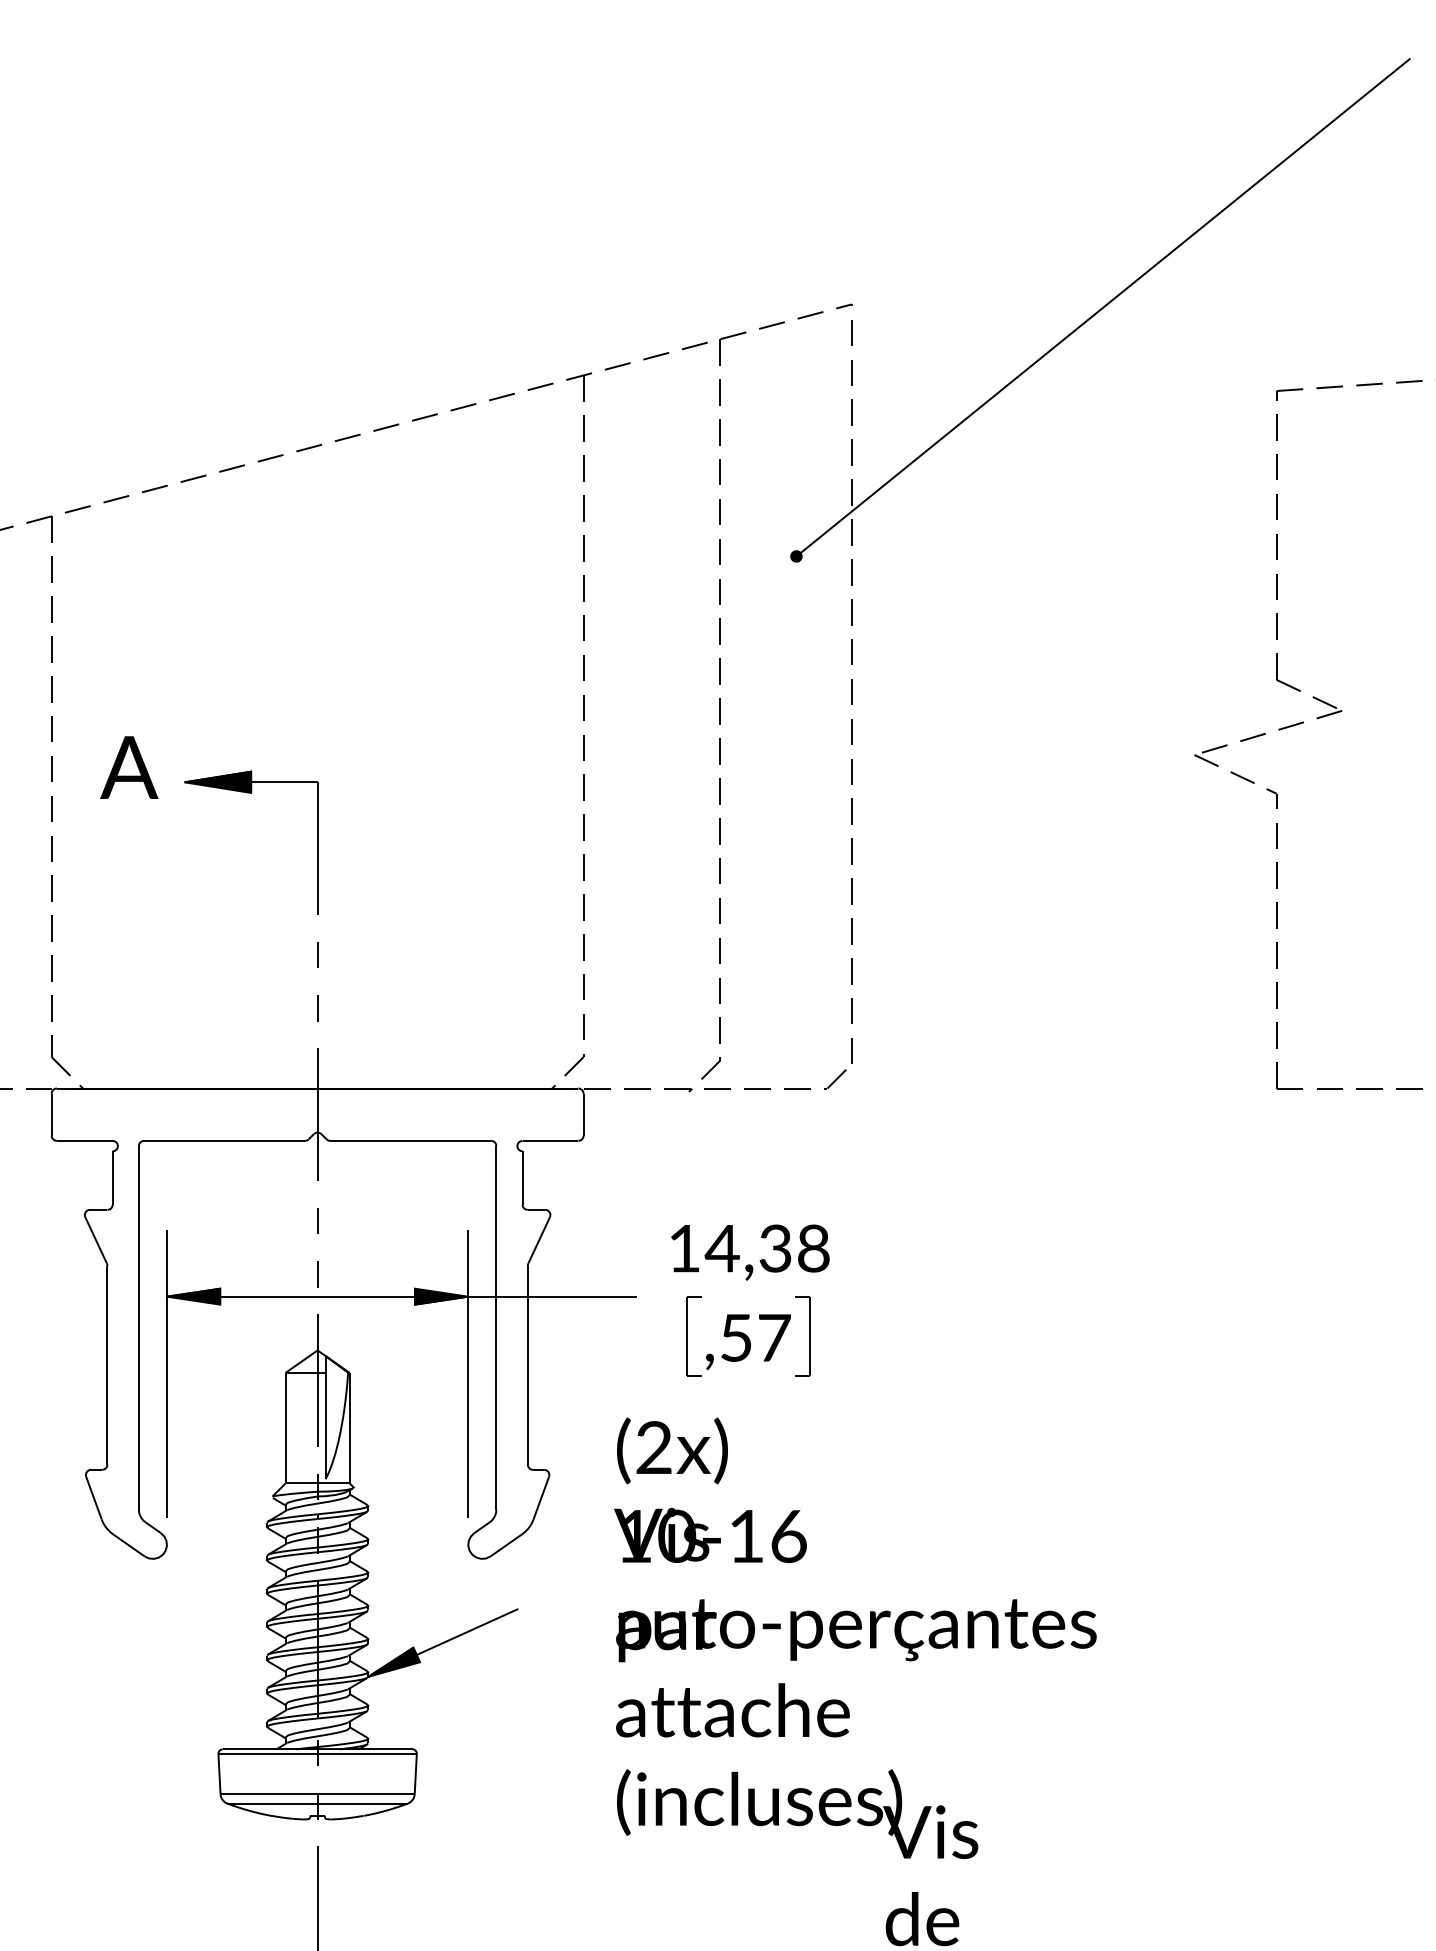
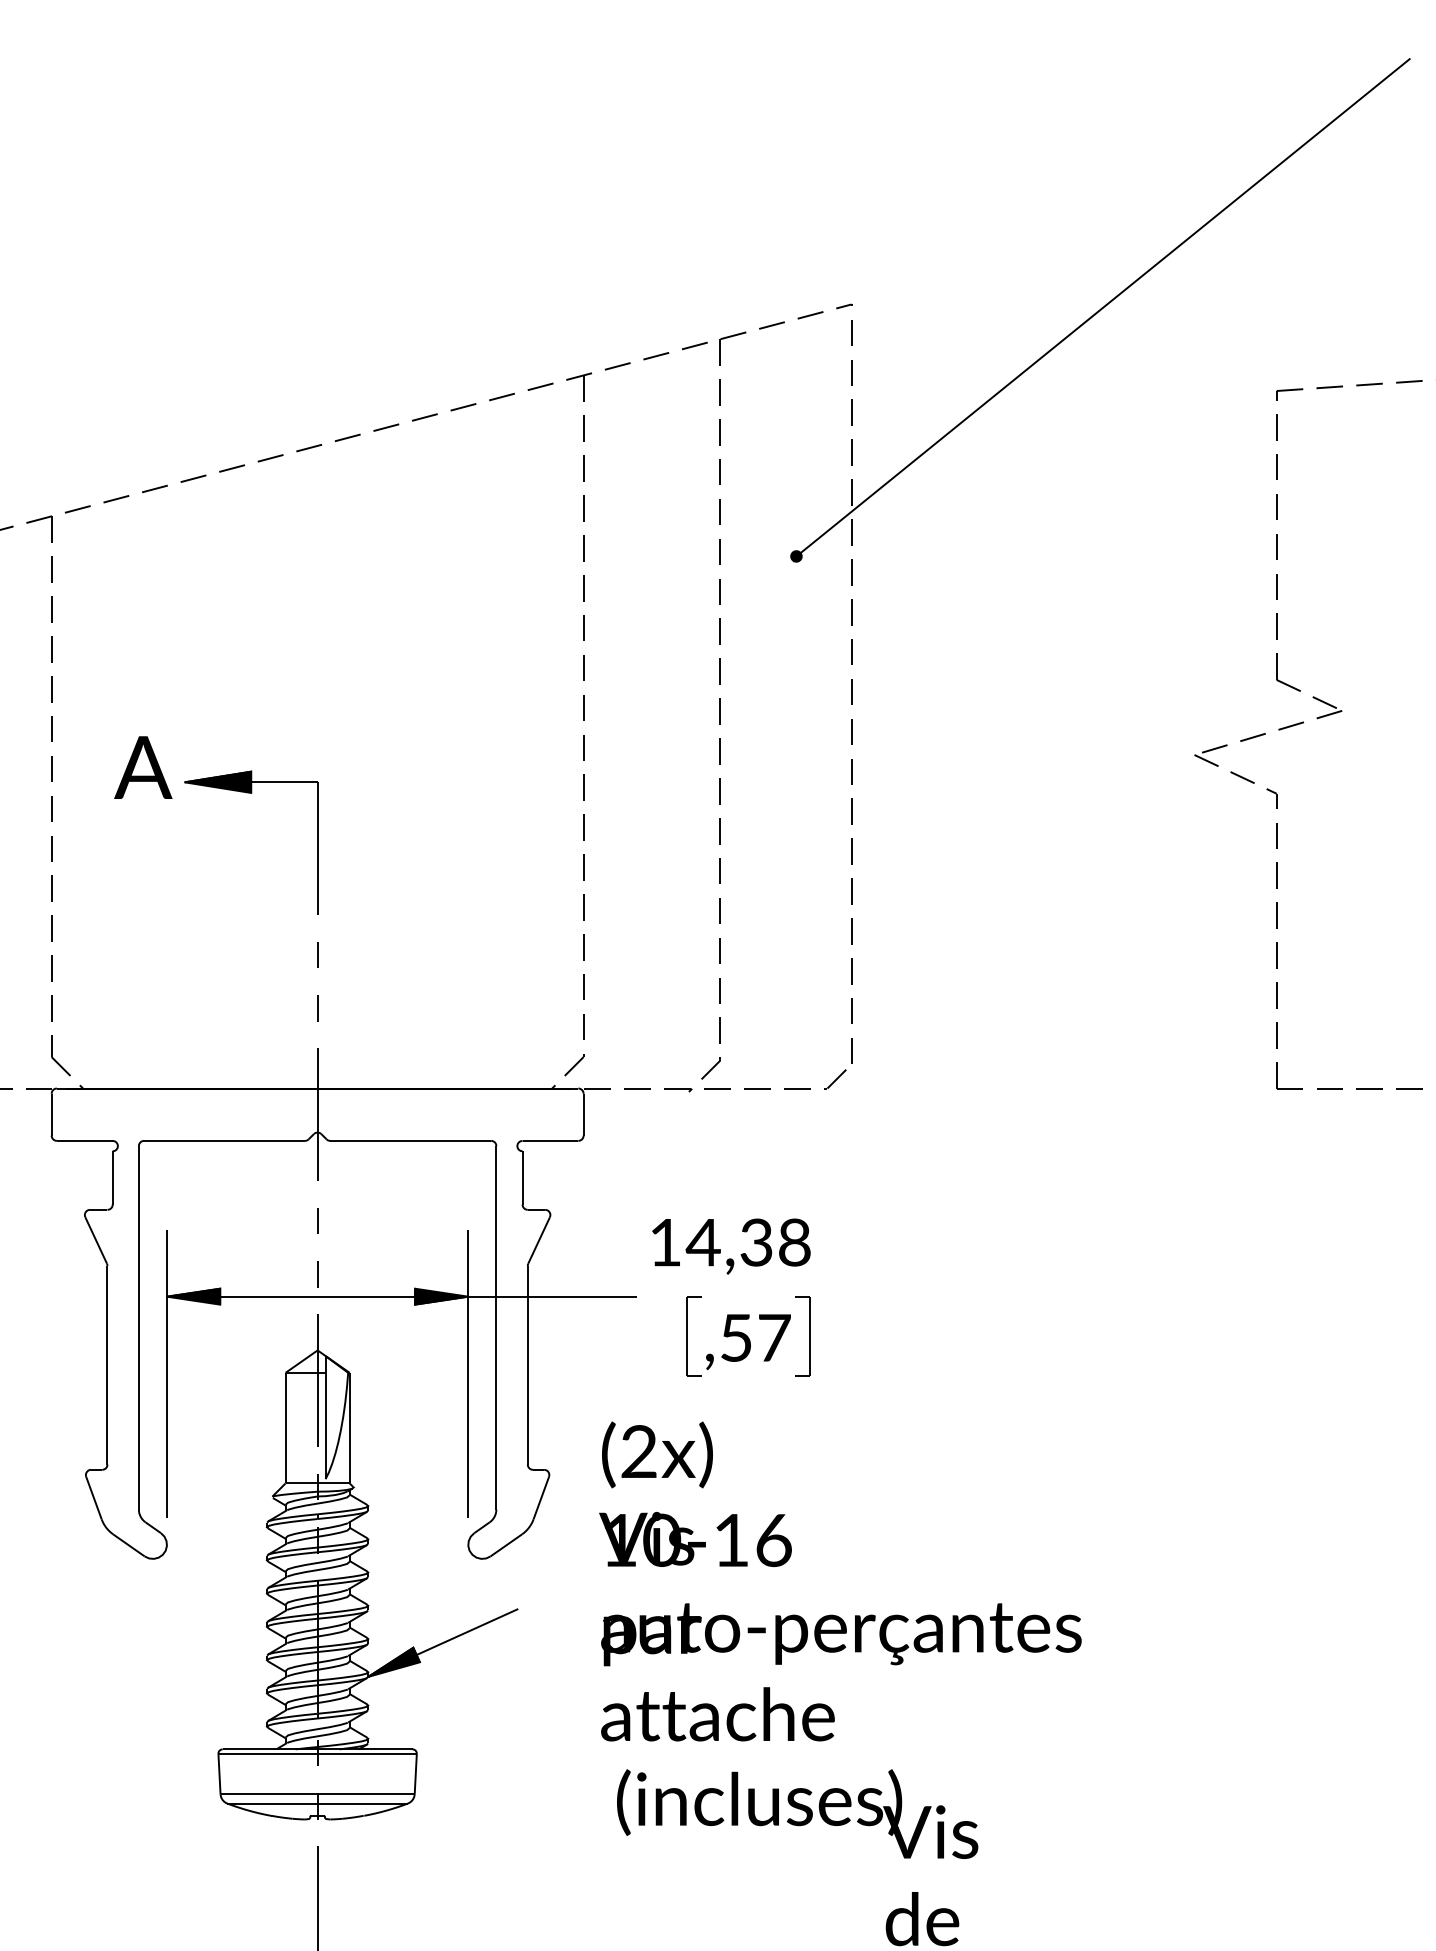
text at (129, 767) position: (129, 767) -> (143, 767)
text at (750, 1252) position: (750, 1252) -> (731, 1246)
text at (855, 1577) position: (855, 1577) -> (840, 1581)
